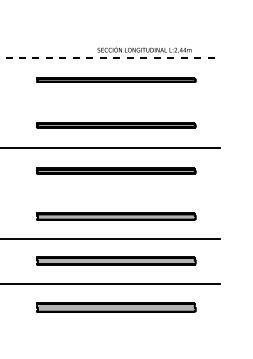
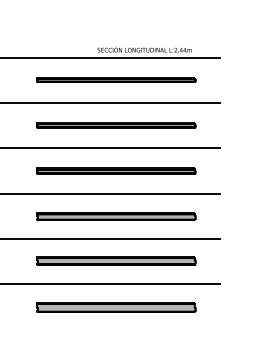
line at (109, 57): dashed -> solid
line at (110, 103): none -> present
line at (110, 194): none -> present
